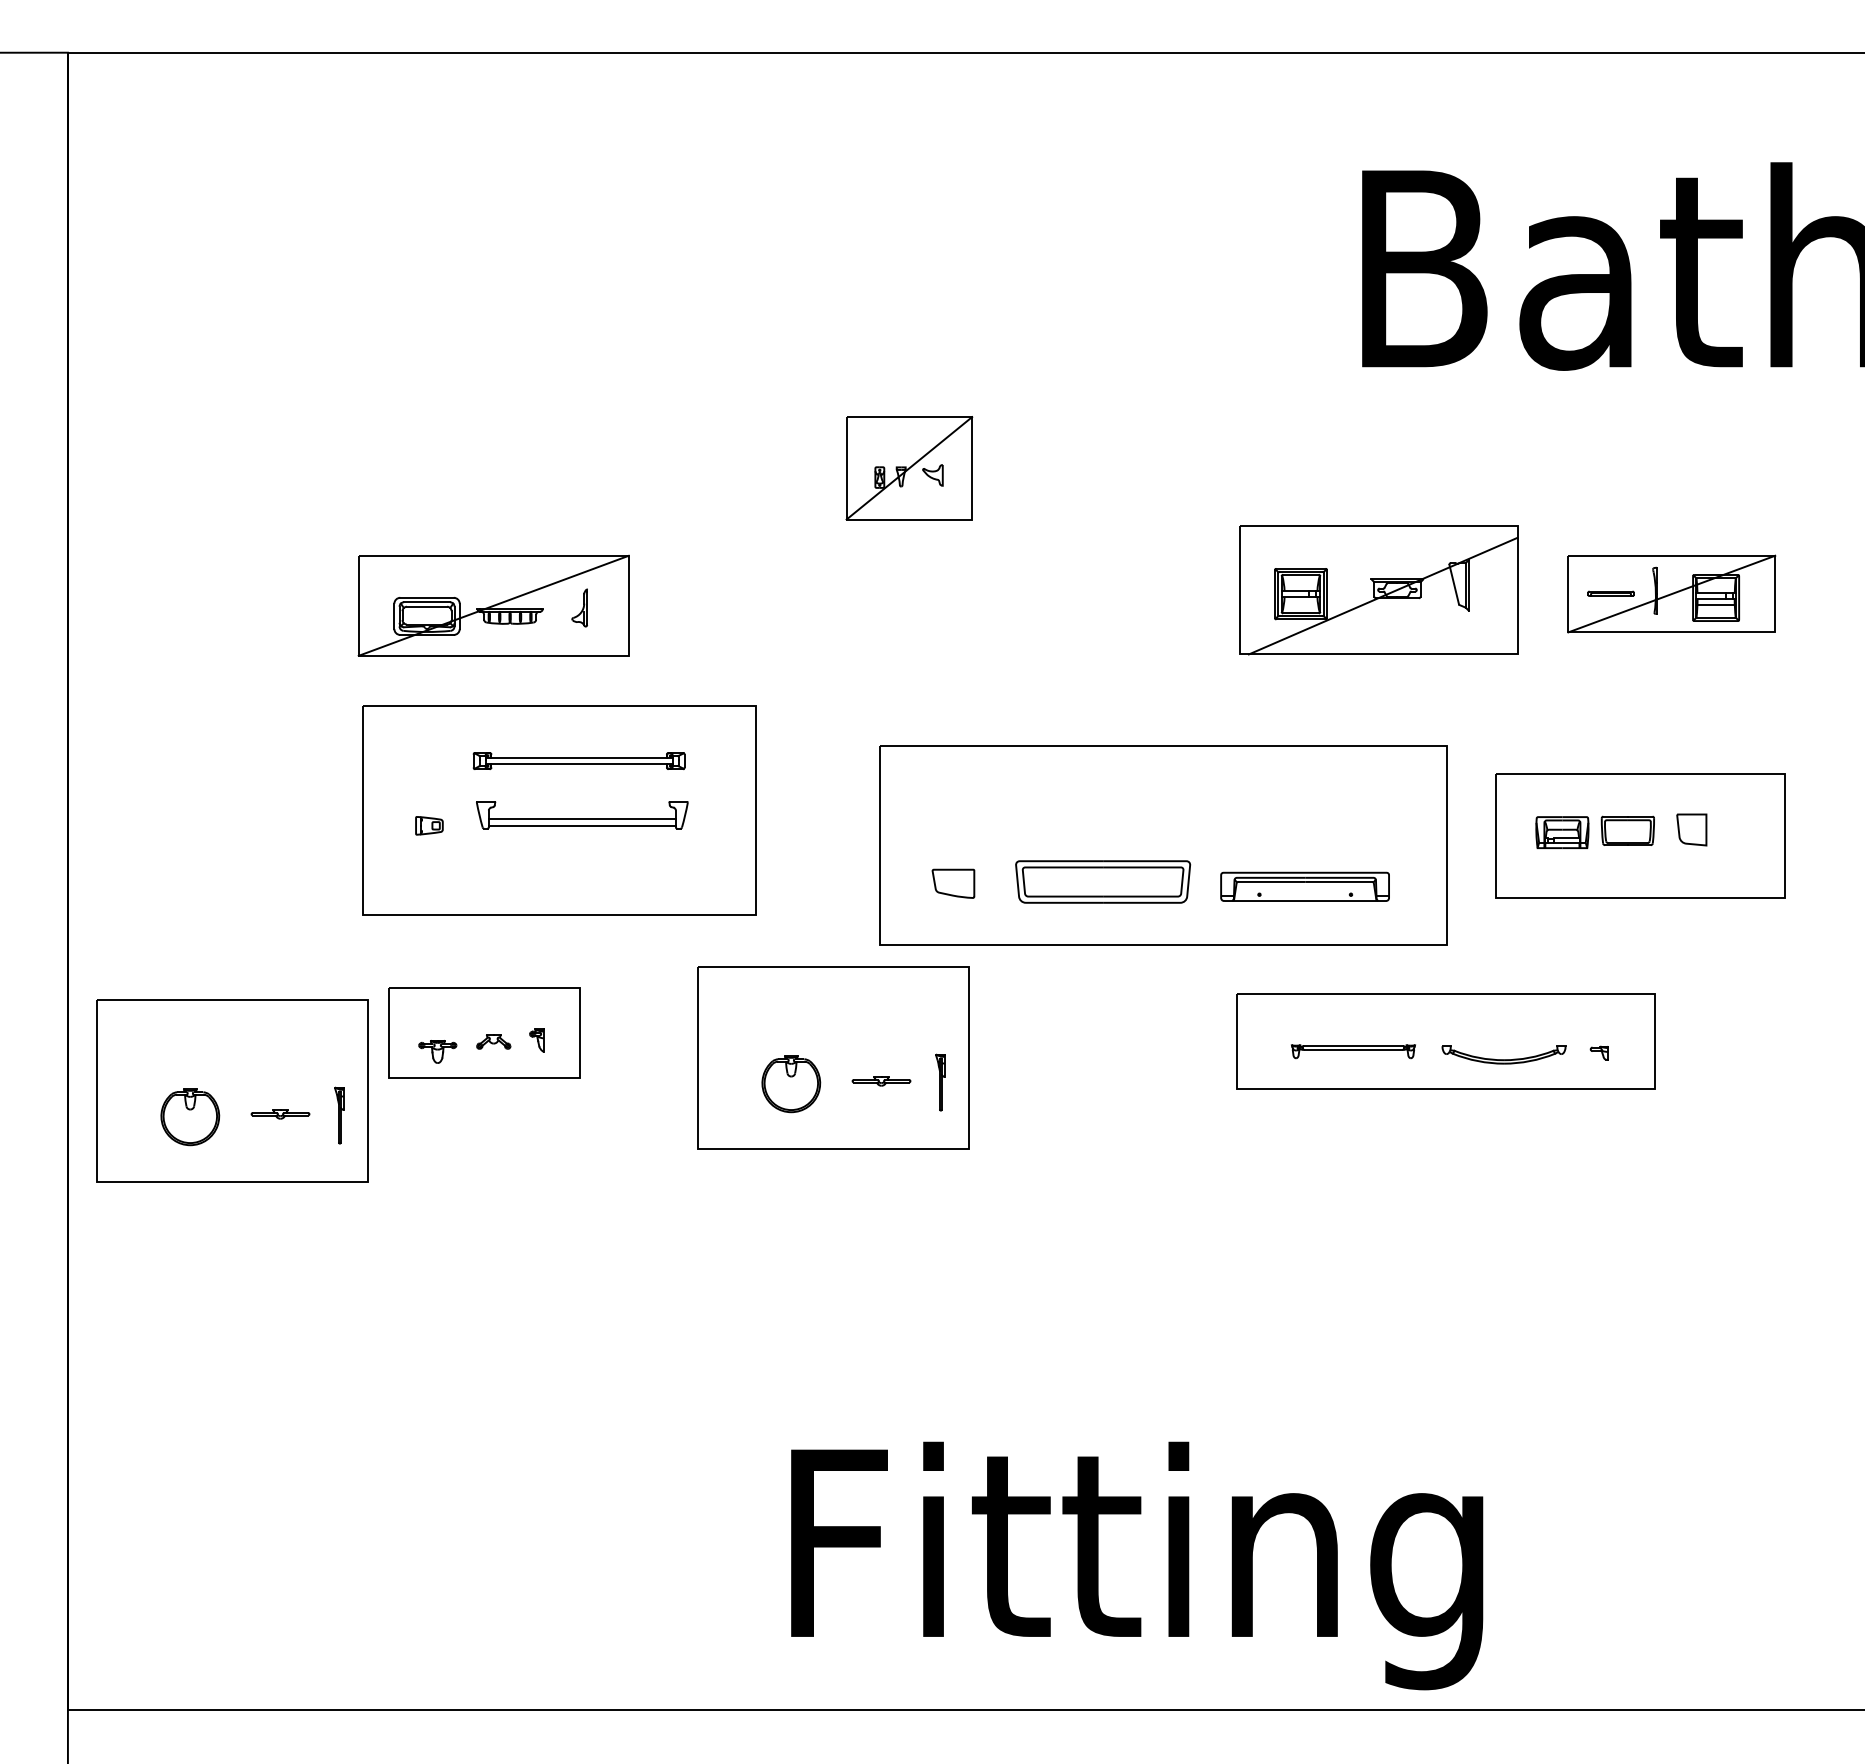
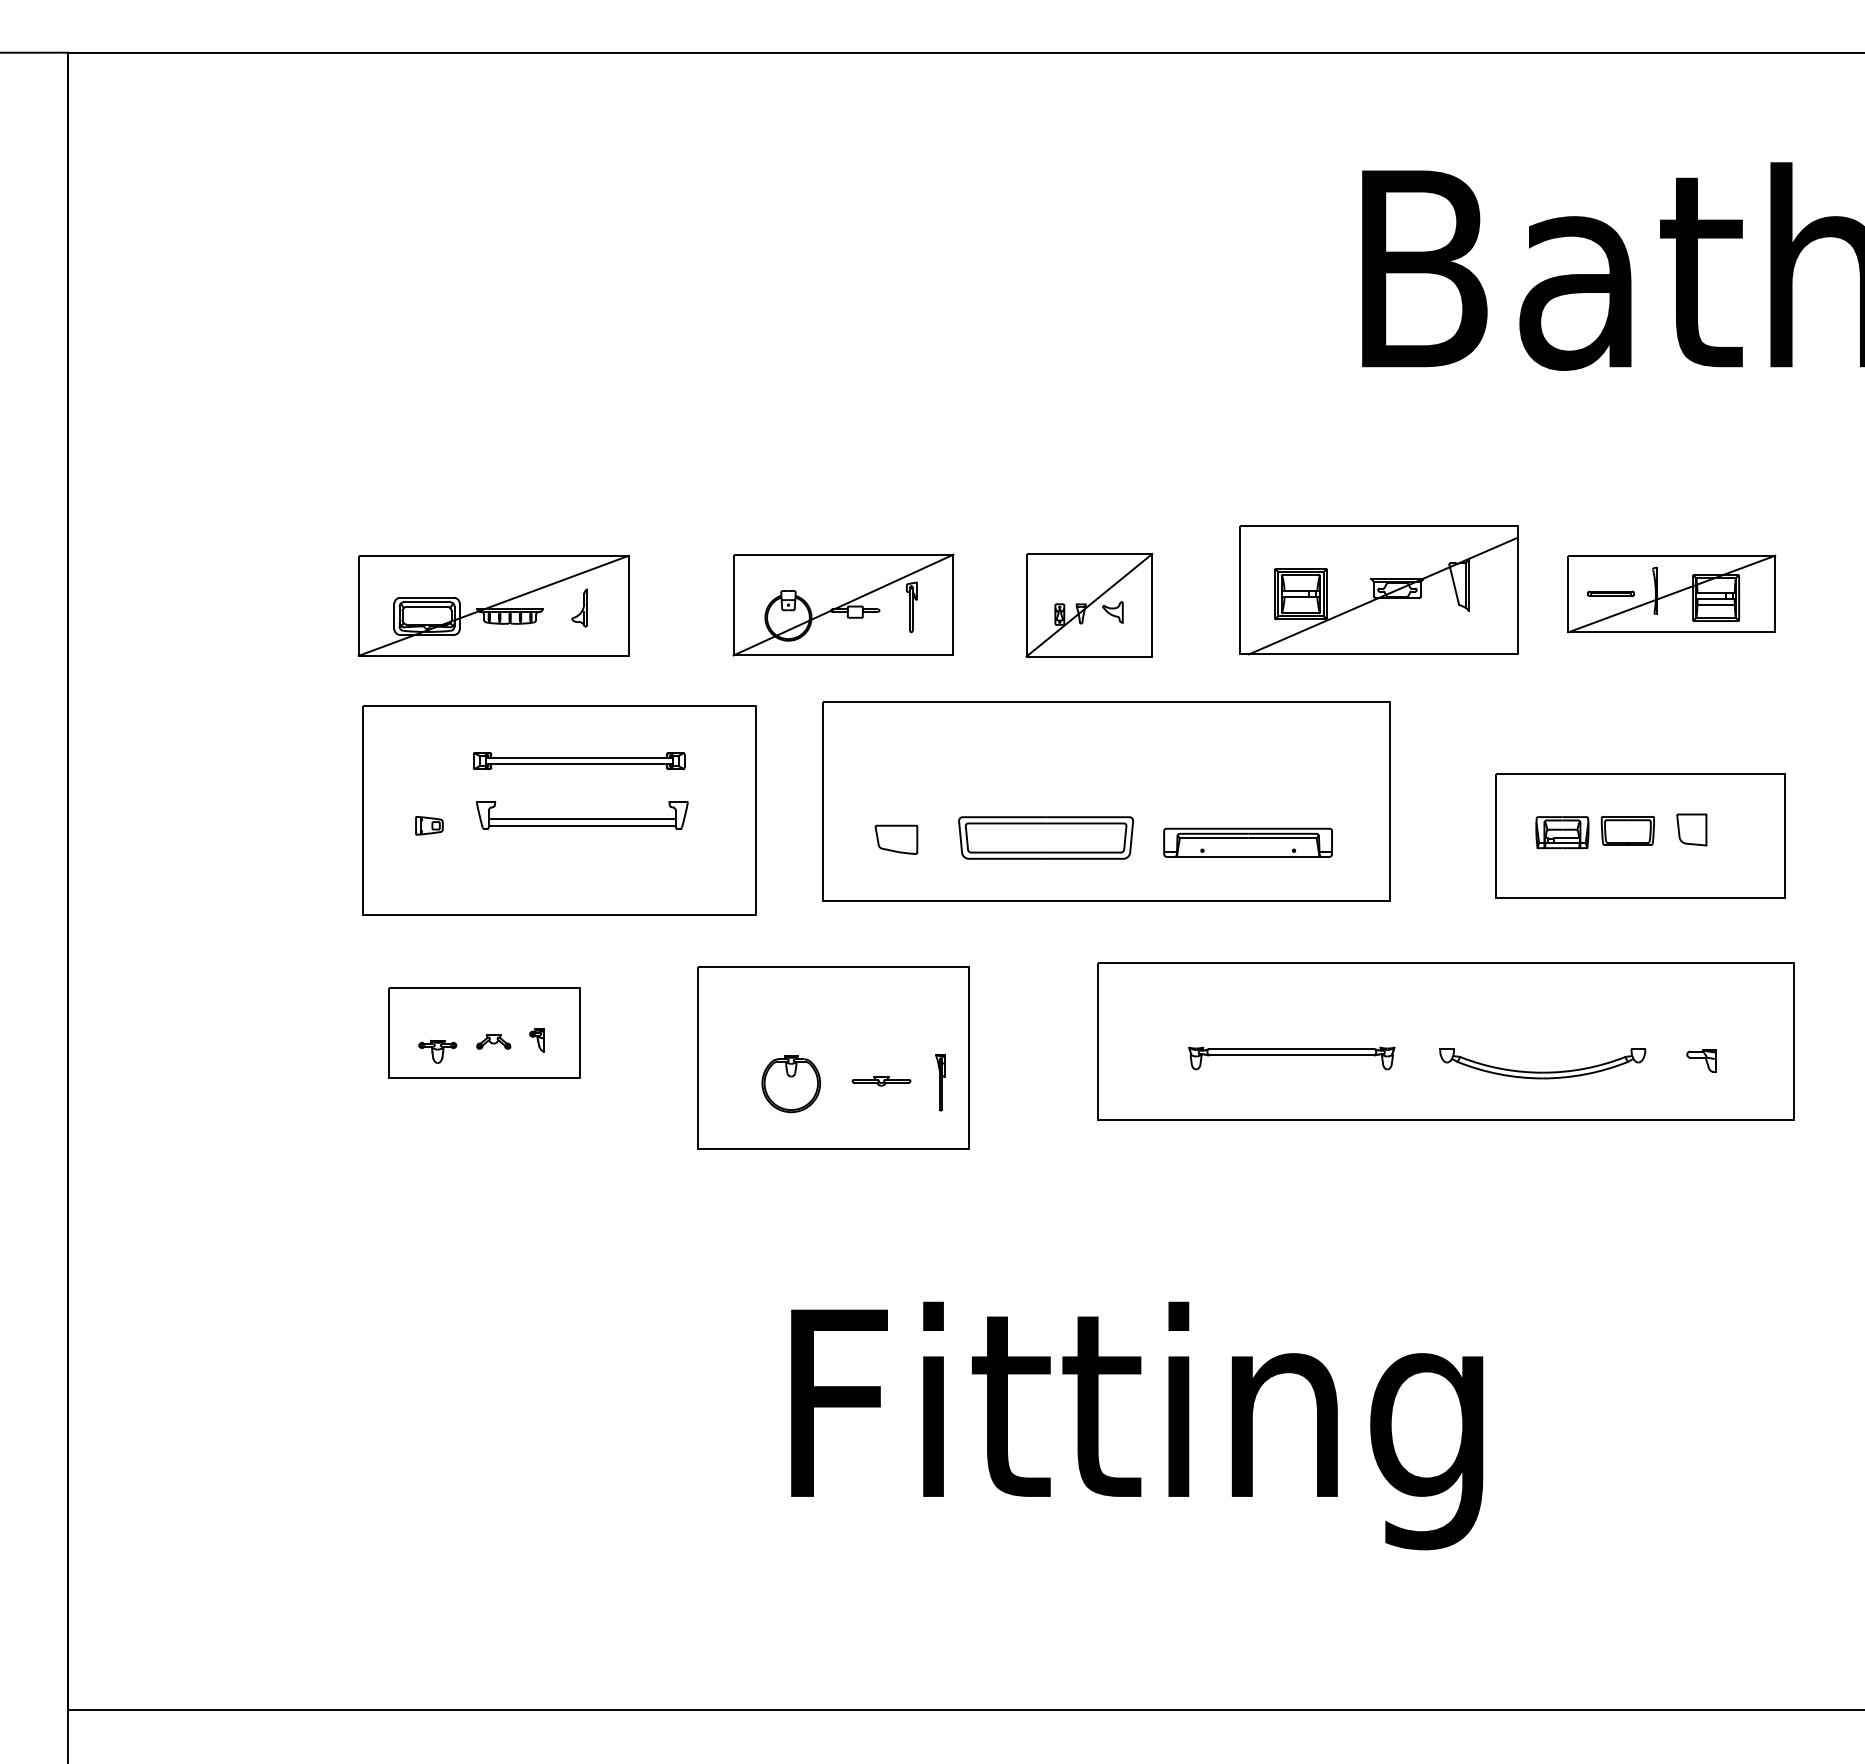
part at (909, 468) position: (909, 468) -> (1089, 605)
part at (843, 604): none -> present
part at (1163, 845) position: (1163, 845) -> (1106, 801)
part at (1445, 1041) size: 420x97 px -> 698x159 px
part at (232, 1090): present -> none
text at (1137, 1565) position: (1137, 1565) -> (1137, 1425)
